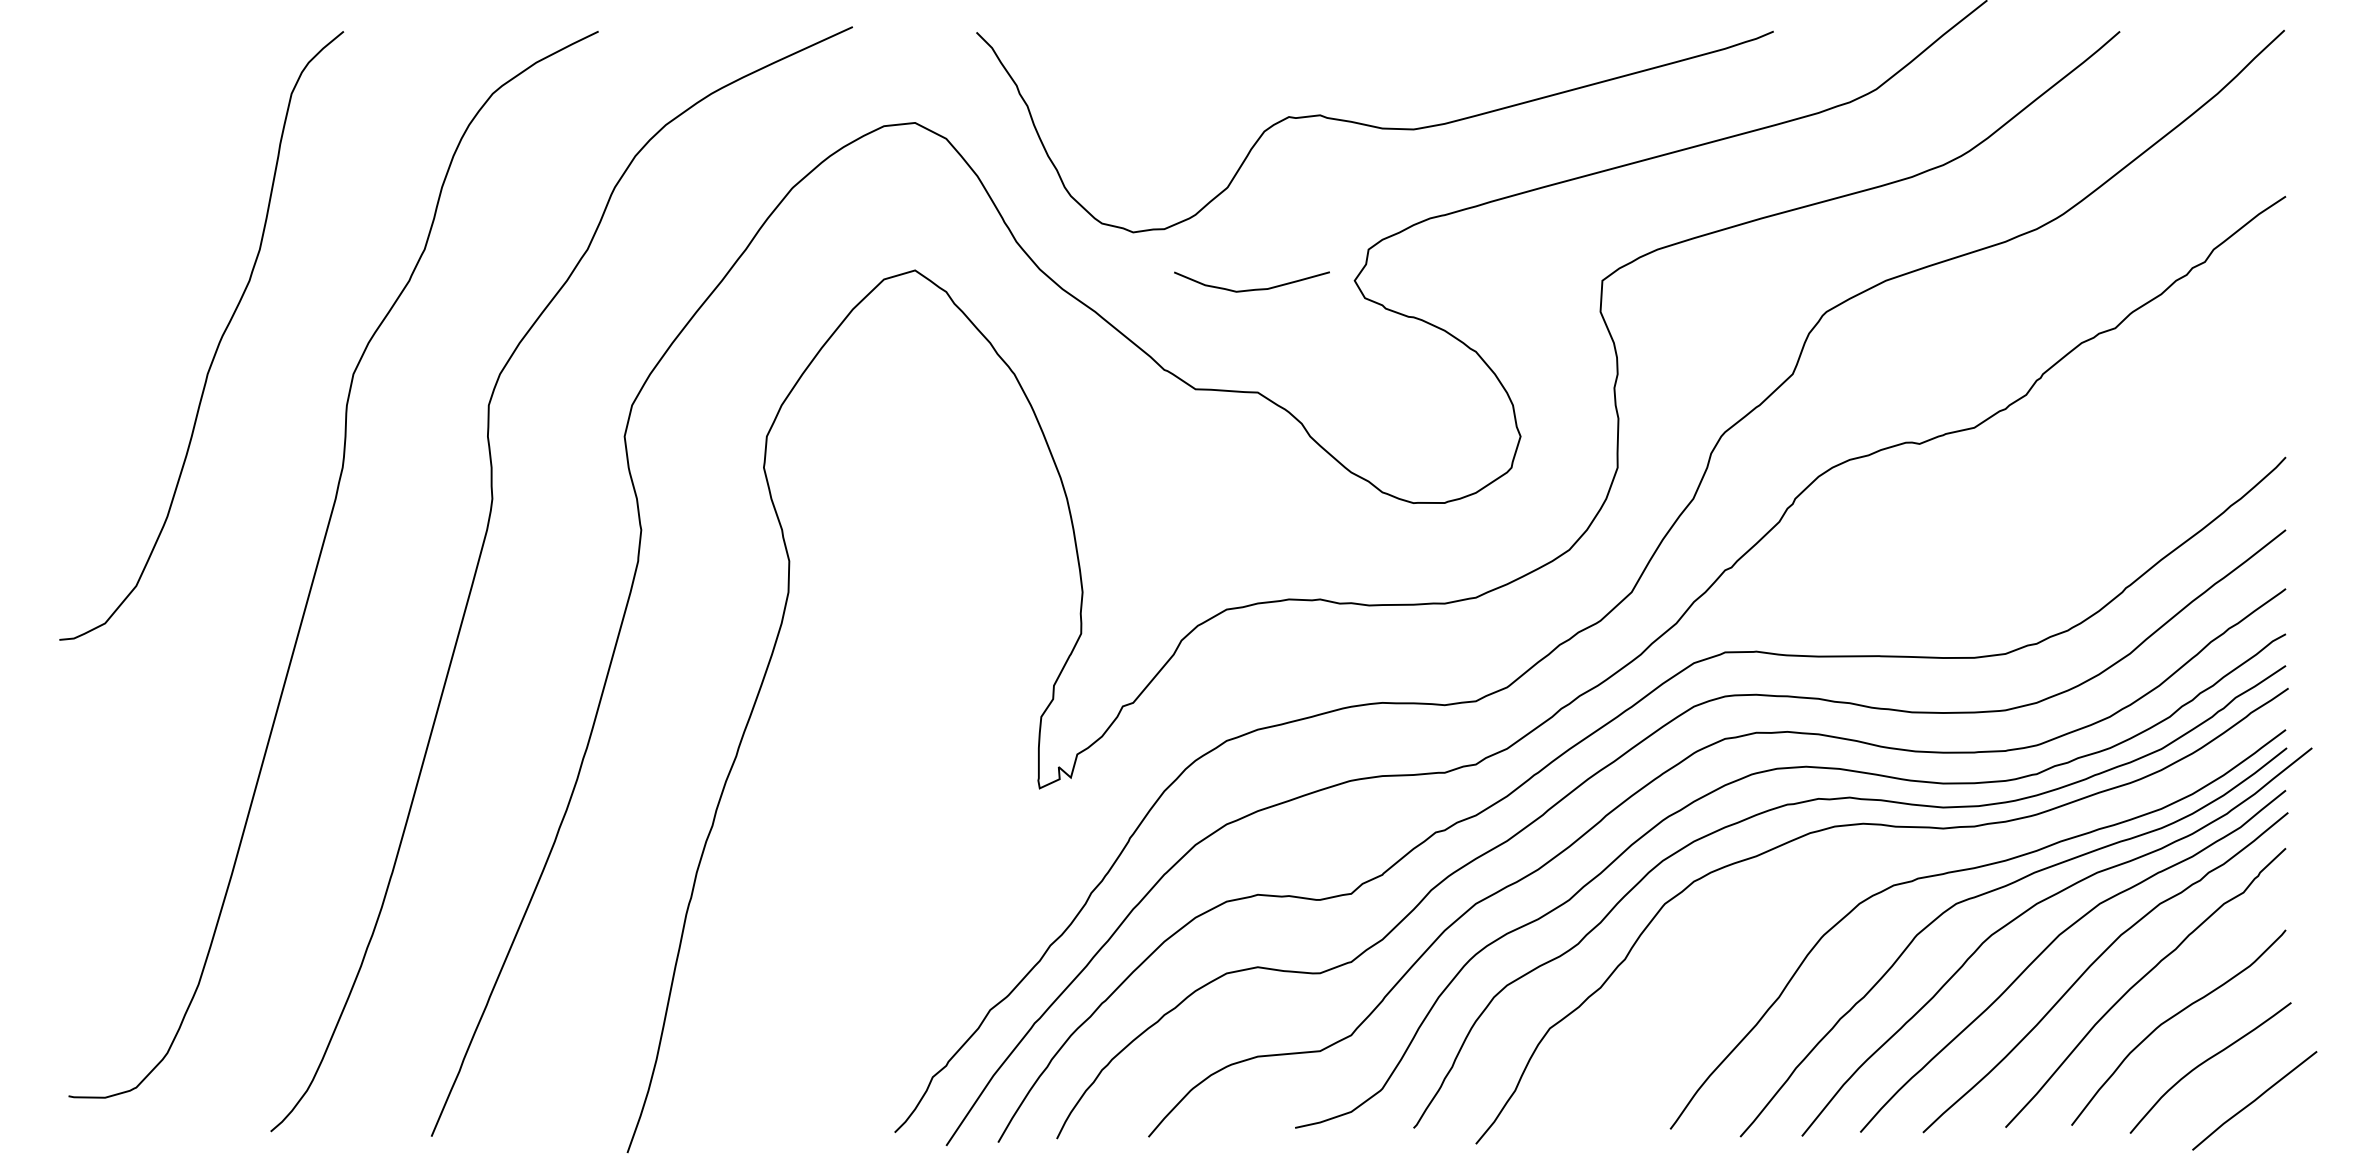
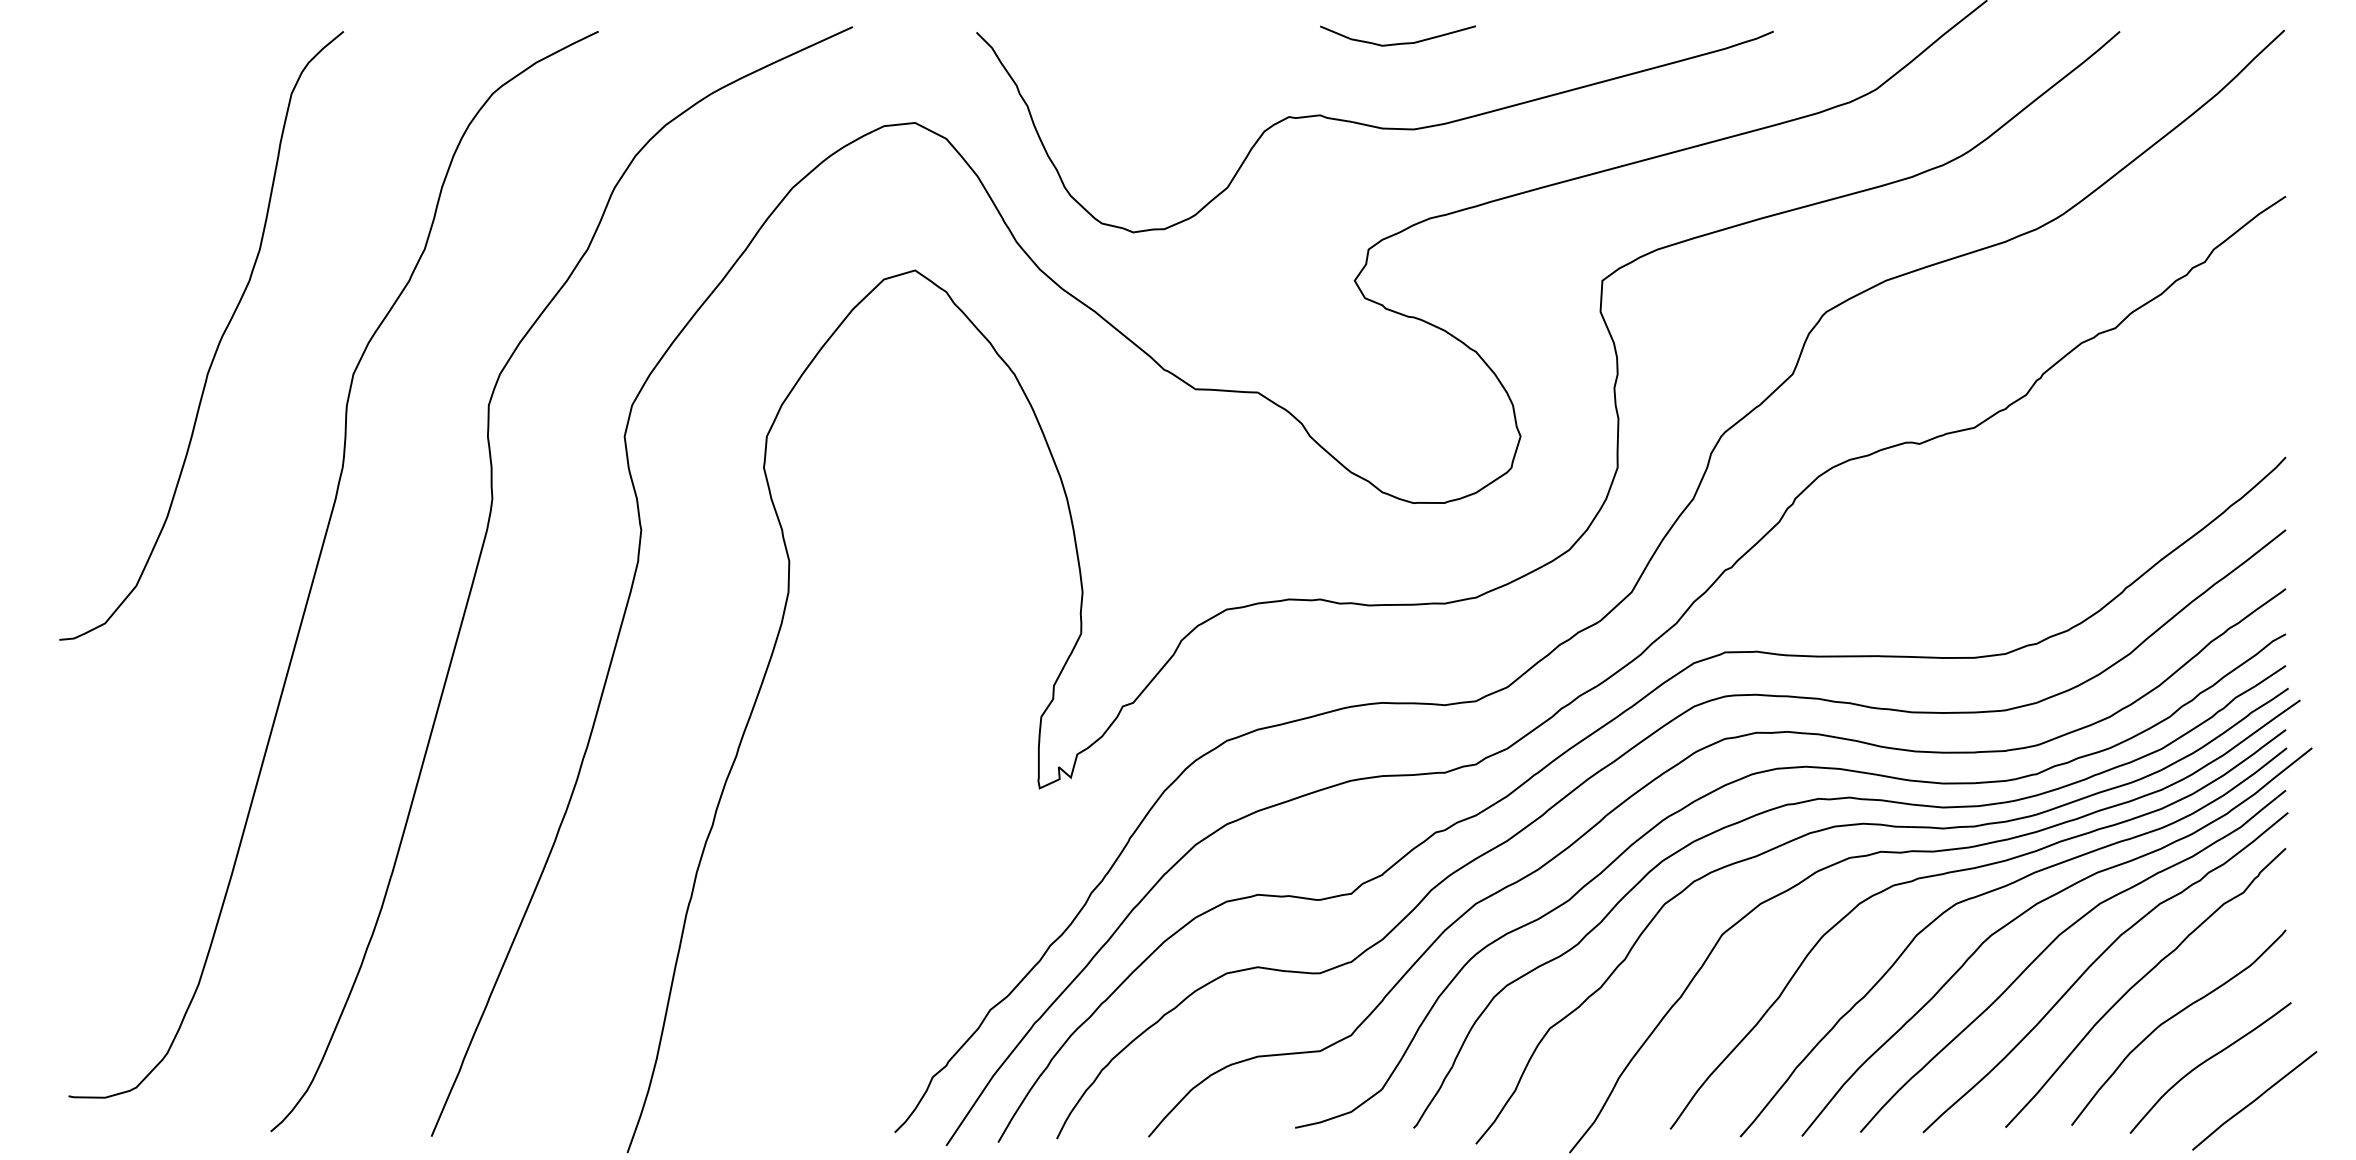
curve at (1251, 289) position: (1251, 289) -> (1397, 43)
curve at (1934, 852): none -> present
